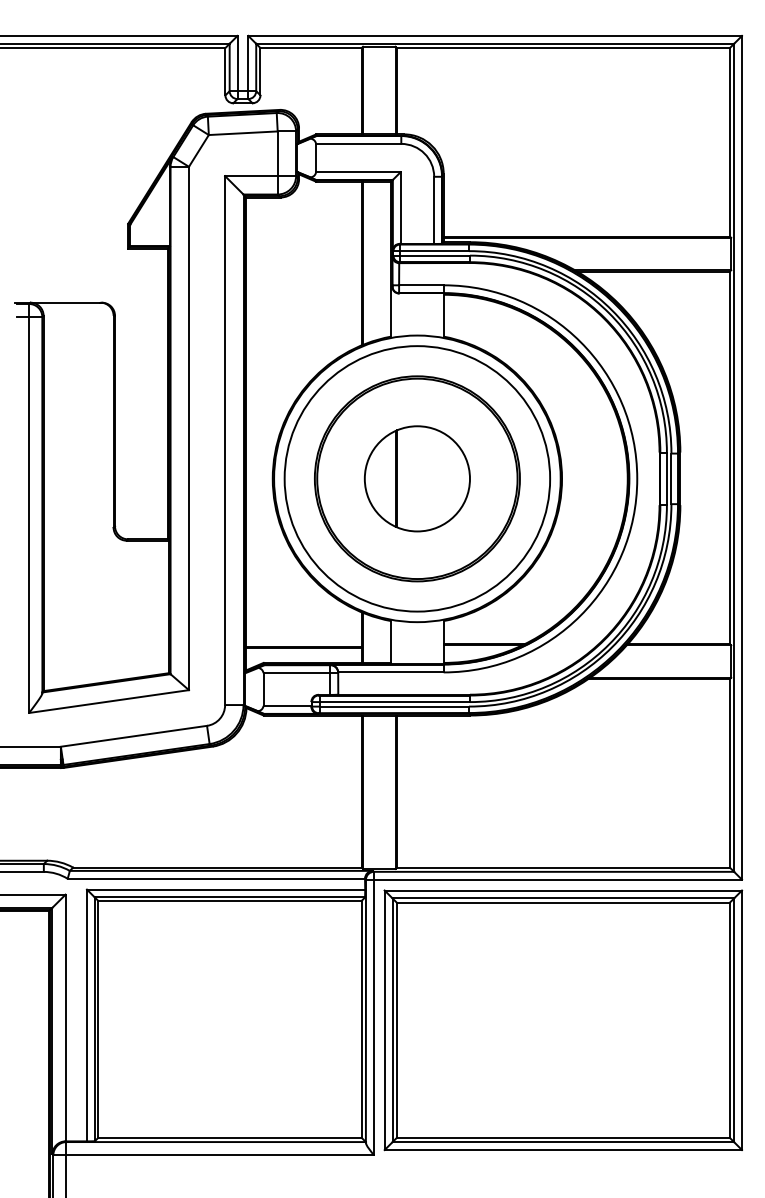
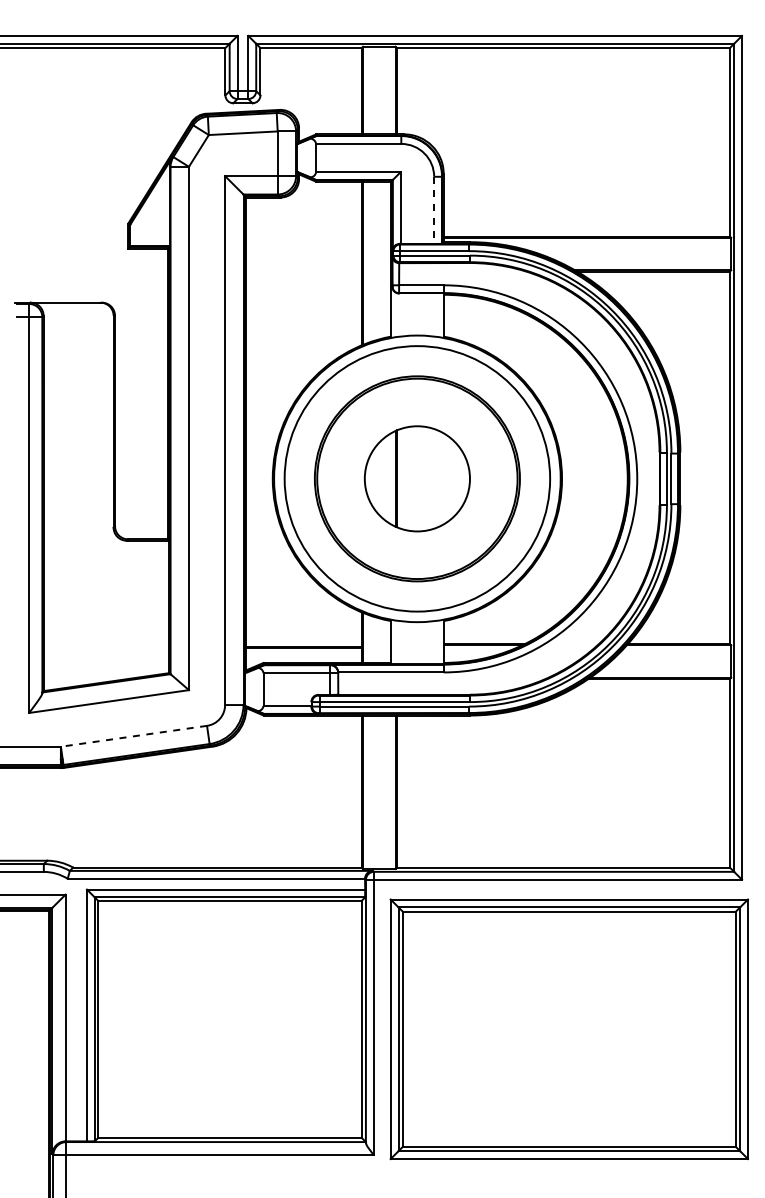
line at (434, 210): solid -> dashed
line at (133, 736): solid -> dashed
part at (563, 1020) position: (563, 1020) -> (569, 1029)
